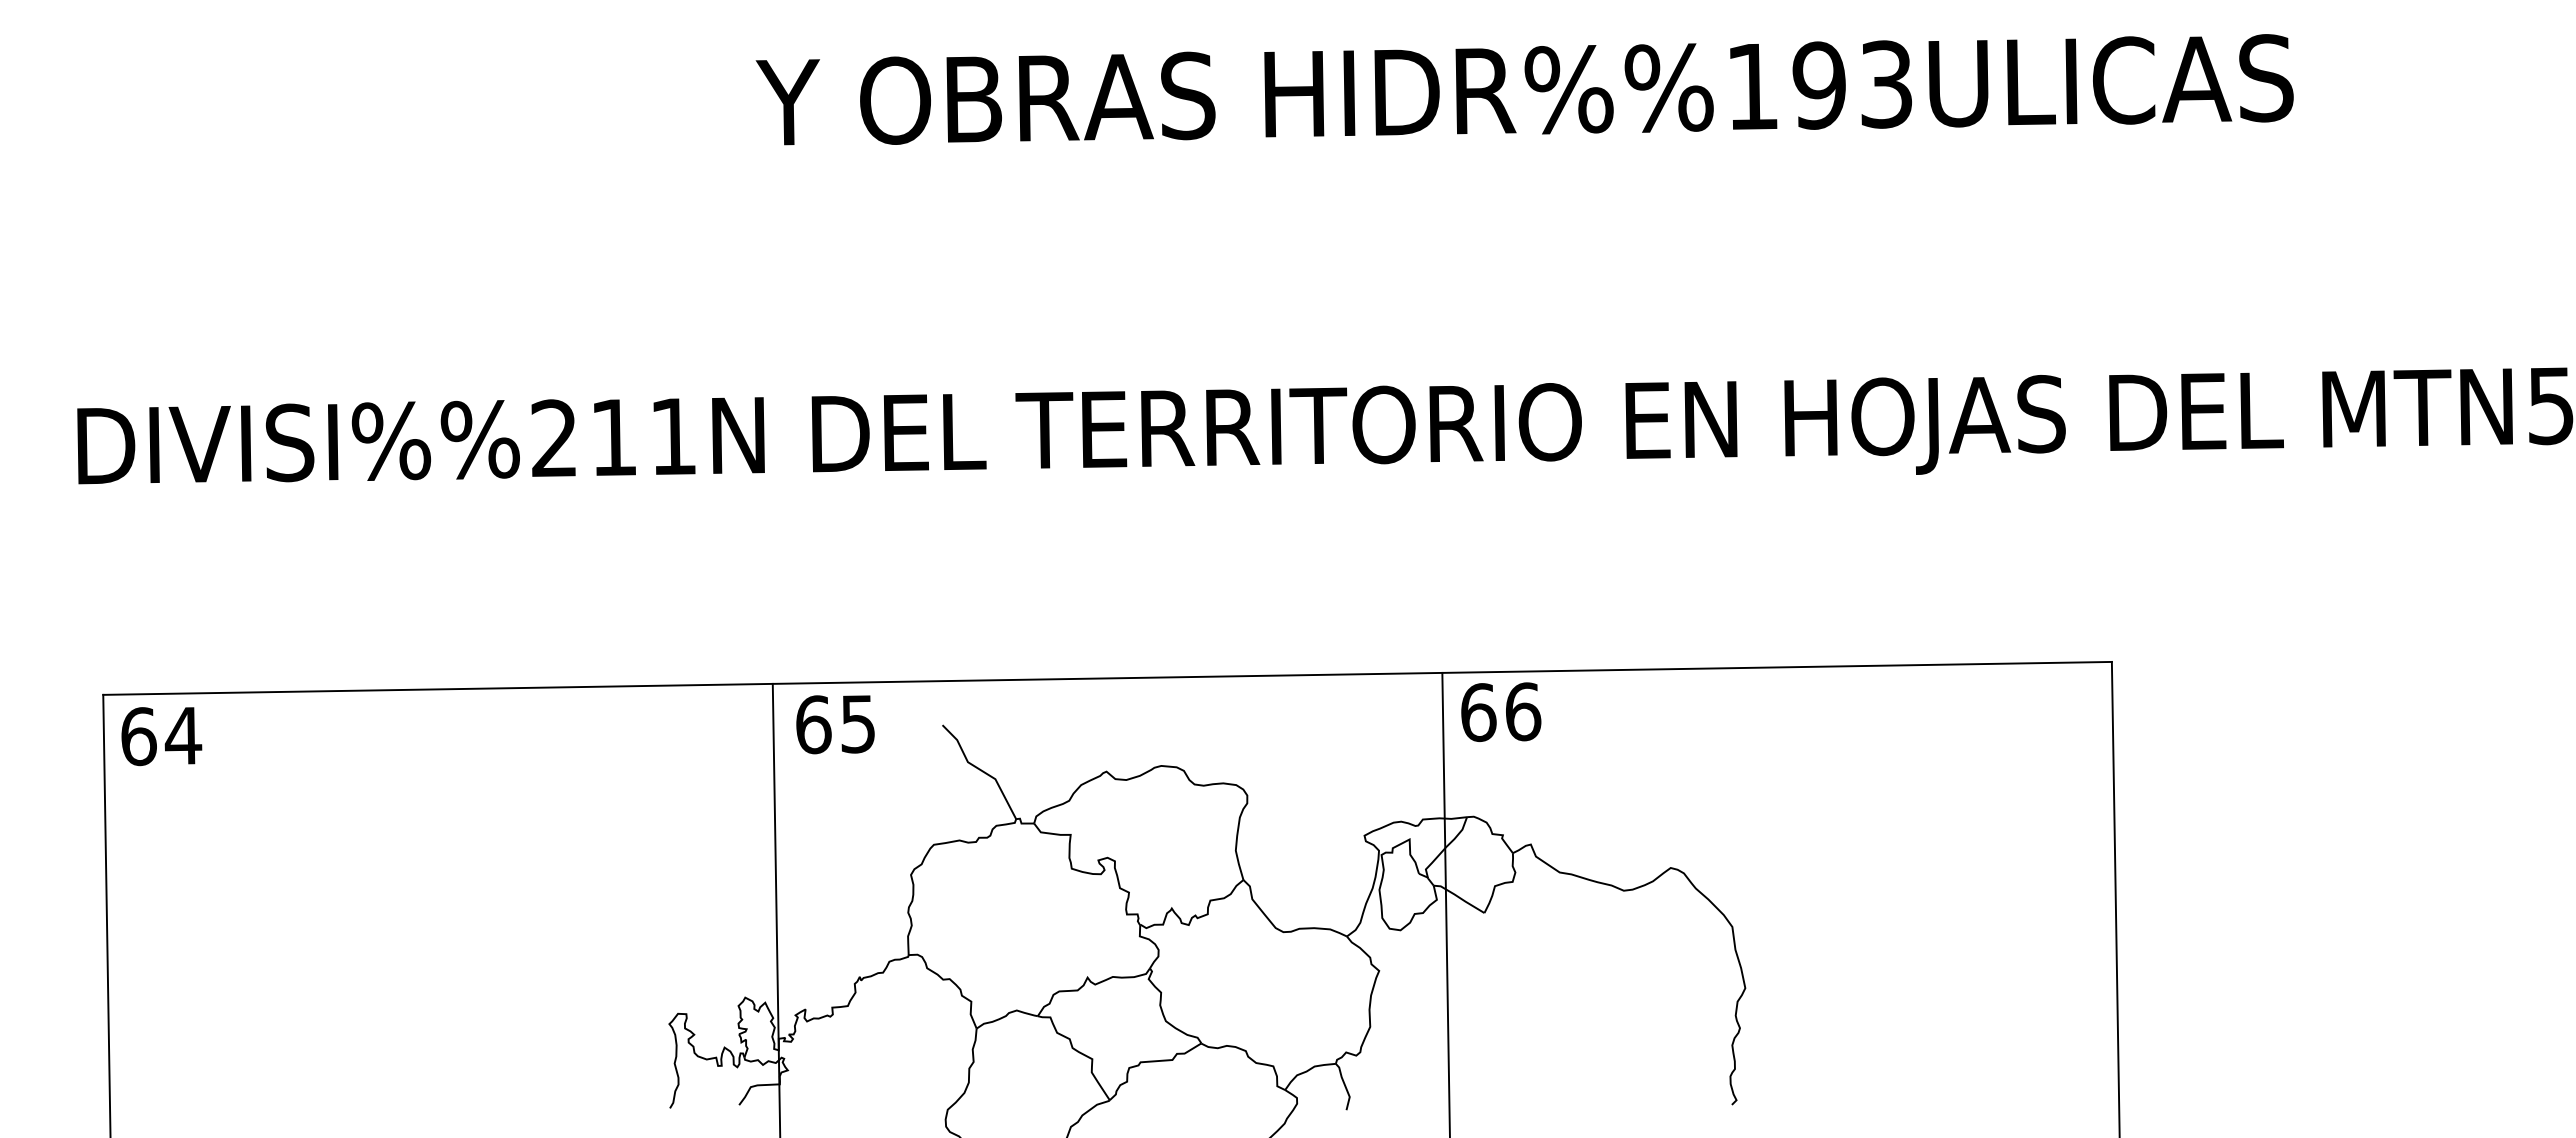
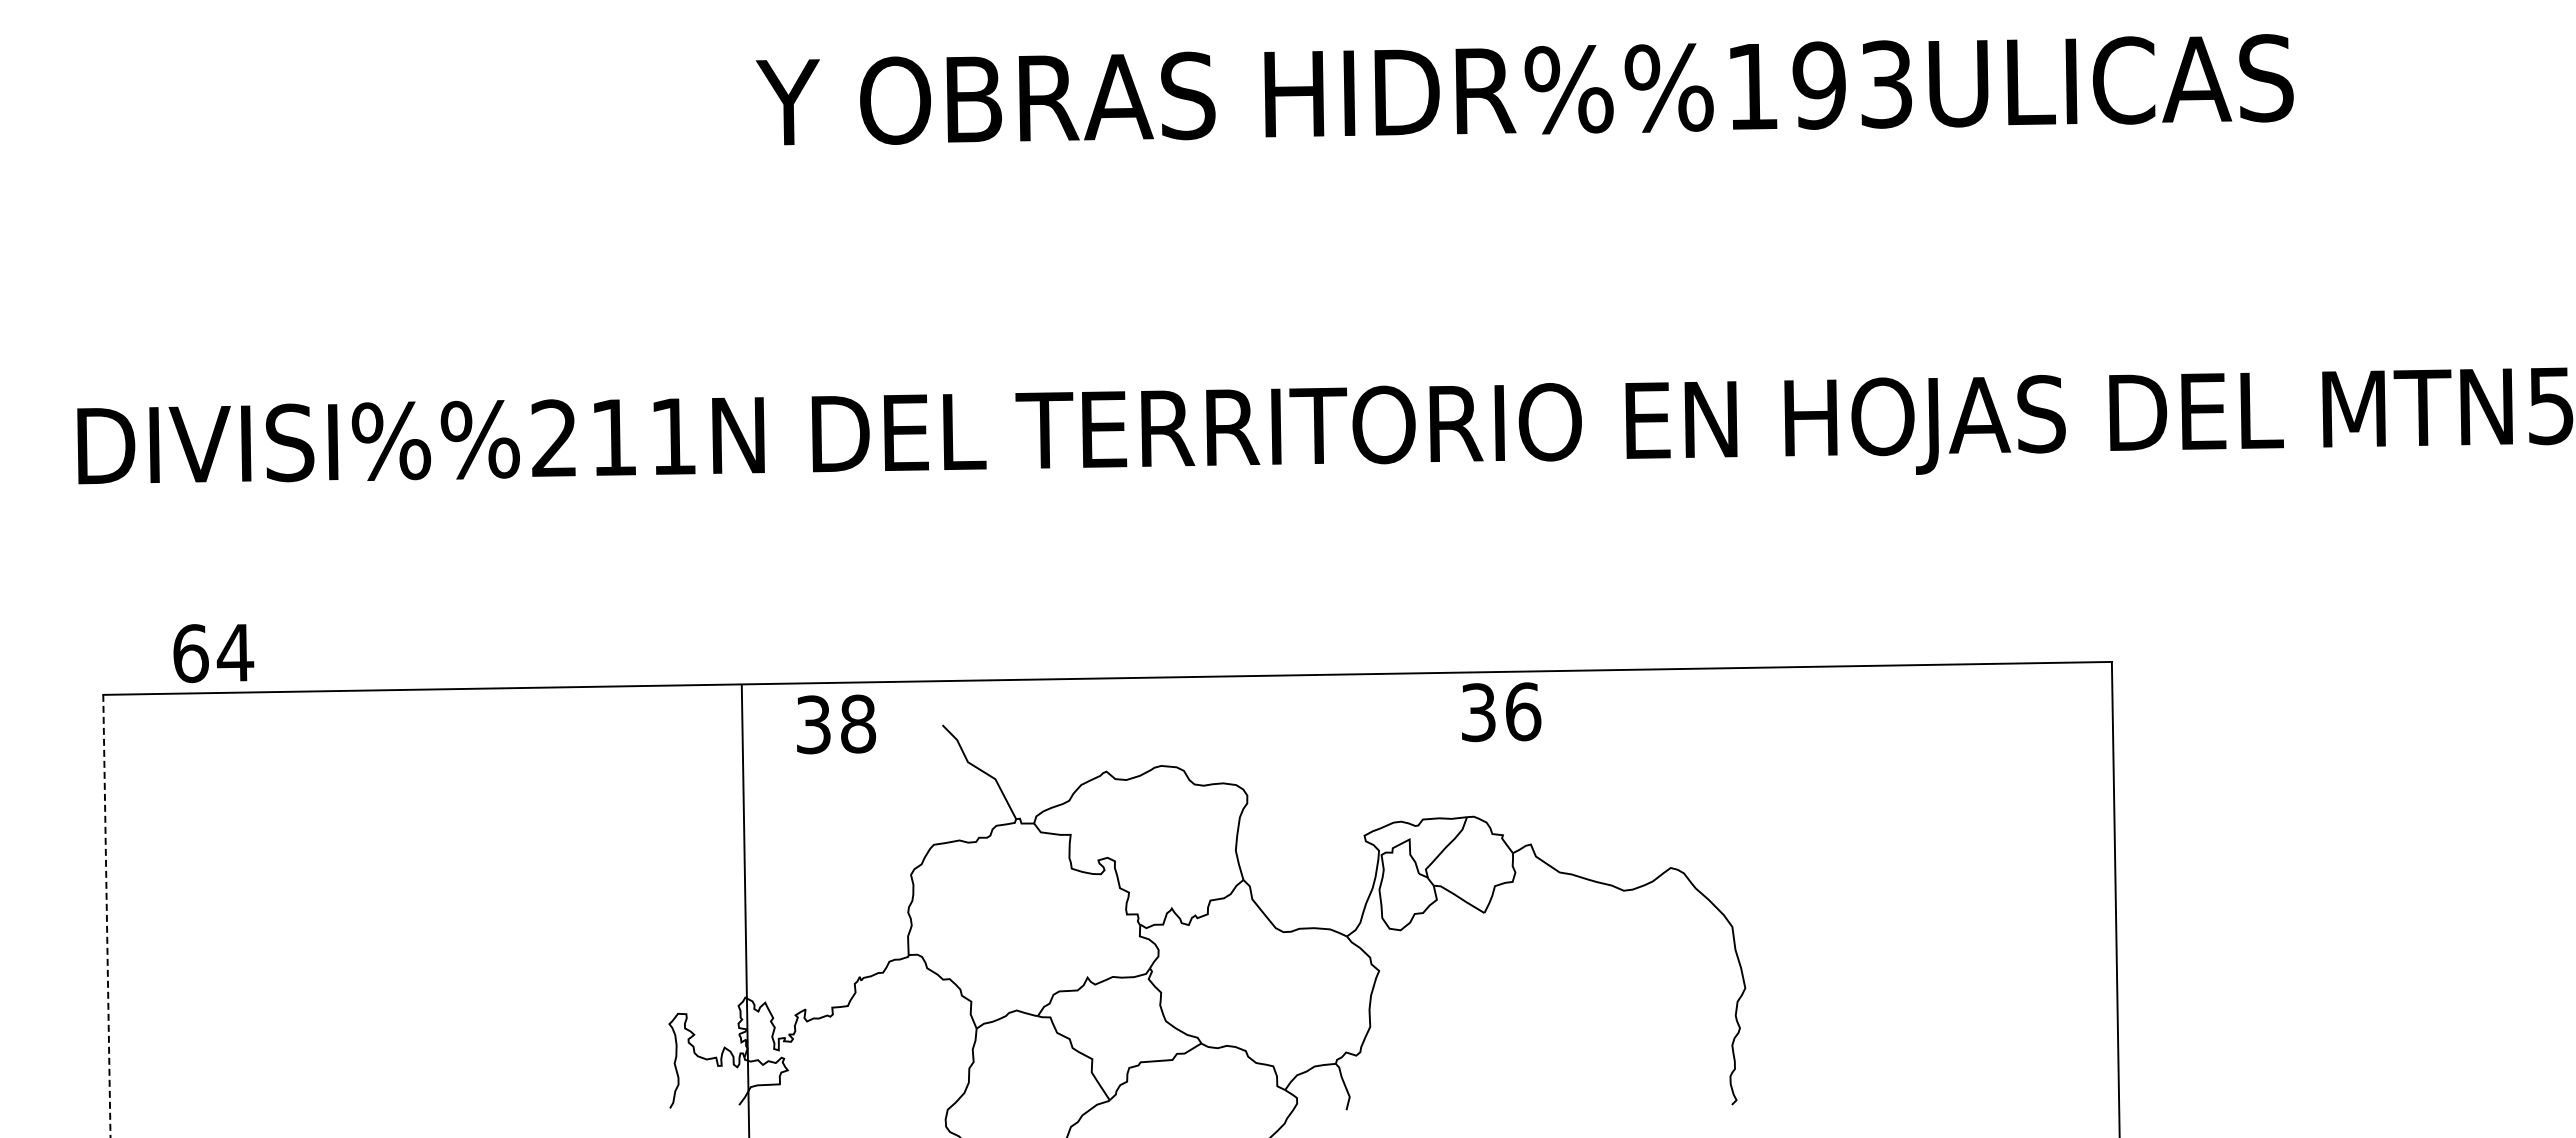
text at (1478, 712): 66 -> 36
text at (836, 724): 65 -> 38
text at (161, 736) position: (161, 736) -> (213, 653)
line at (1445, 903): present -> none
line at (776, 908) position: (776, 908) -> (745, 909)
line at (106, 916): solid -> dashed
